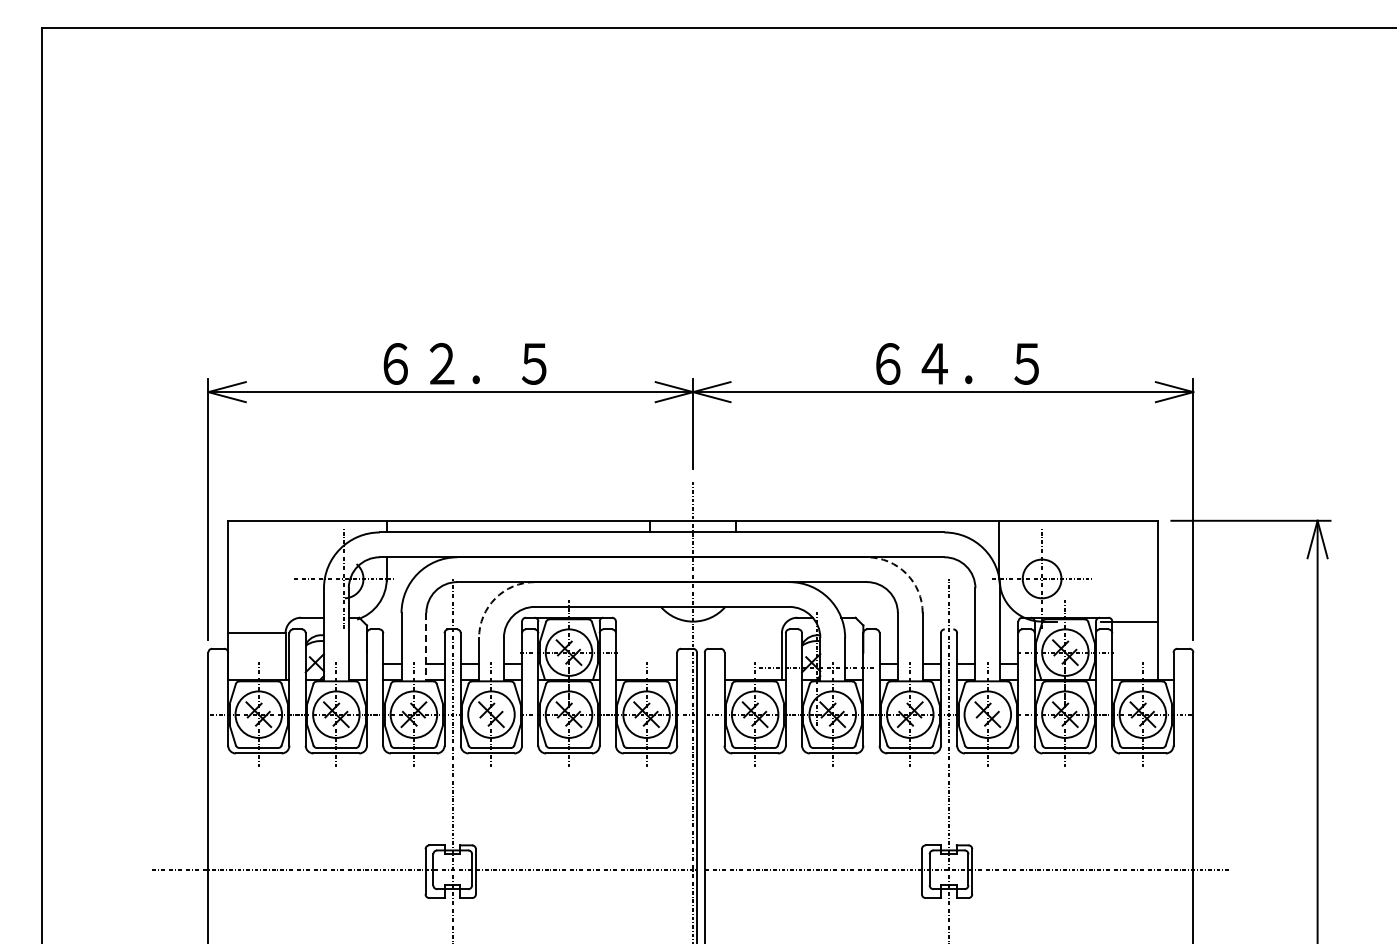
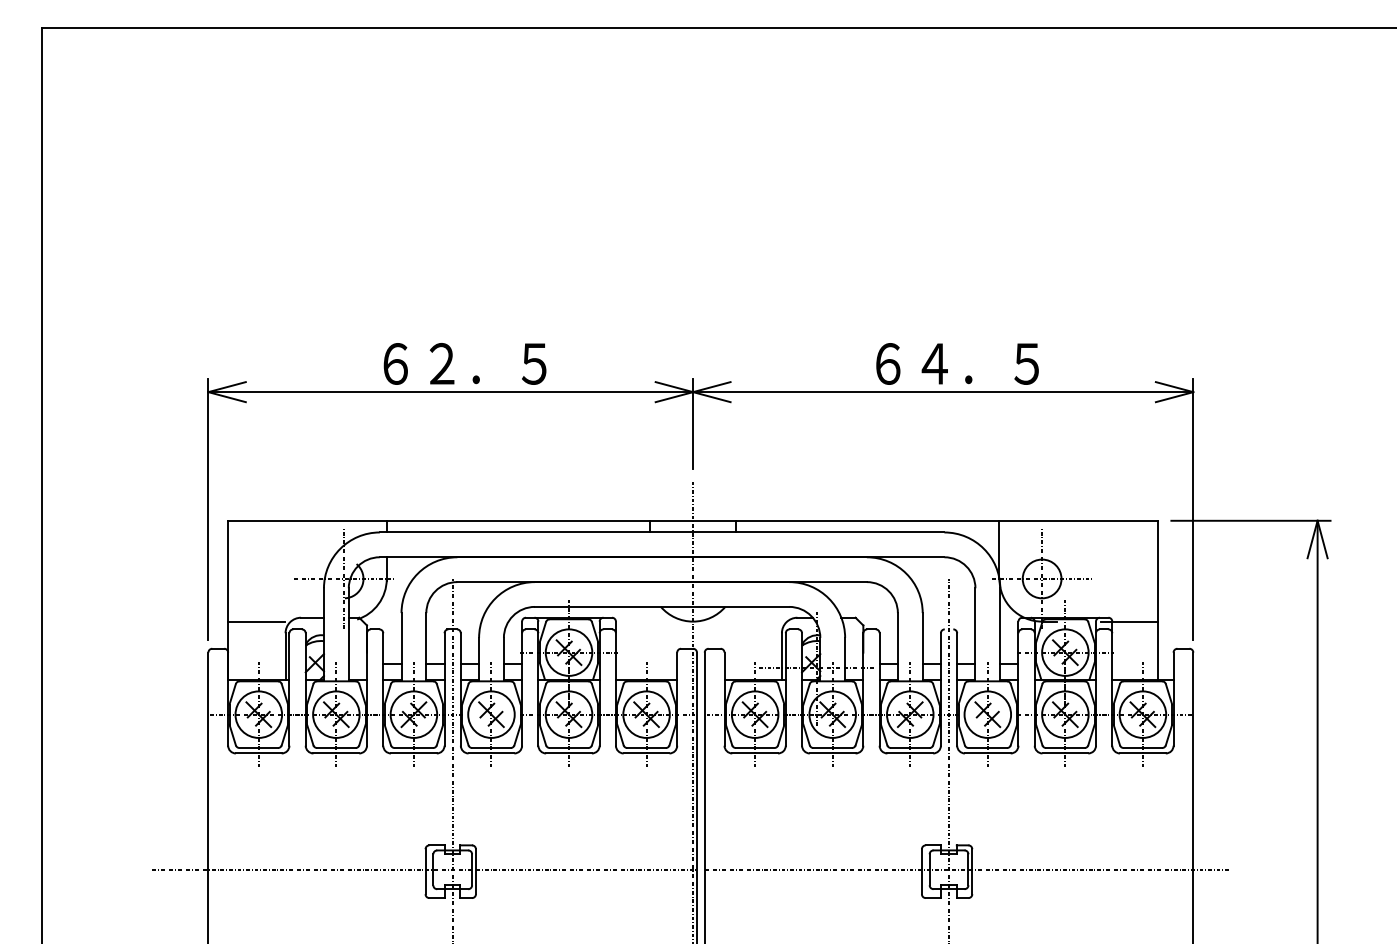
arc at (906, 573): dashed -> solid
arc at (495, 598): dashed -> solid
line at (256, 632) position: (256, 632) -> (256, 621)
line at (426, 646): dashed -> solid
